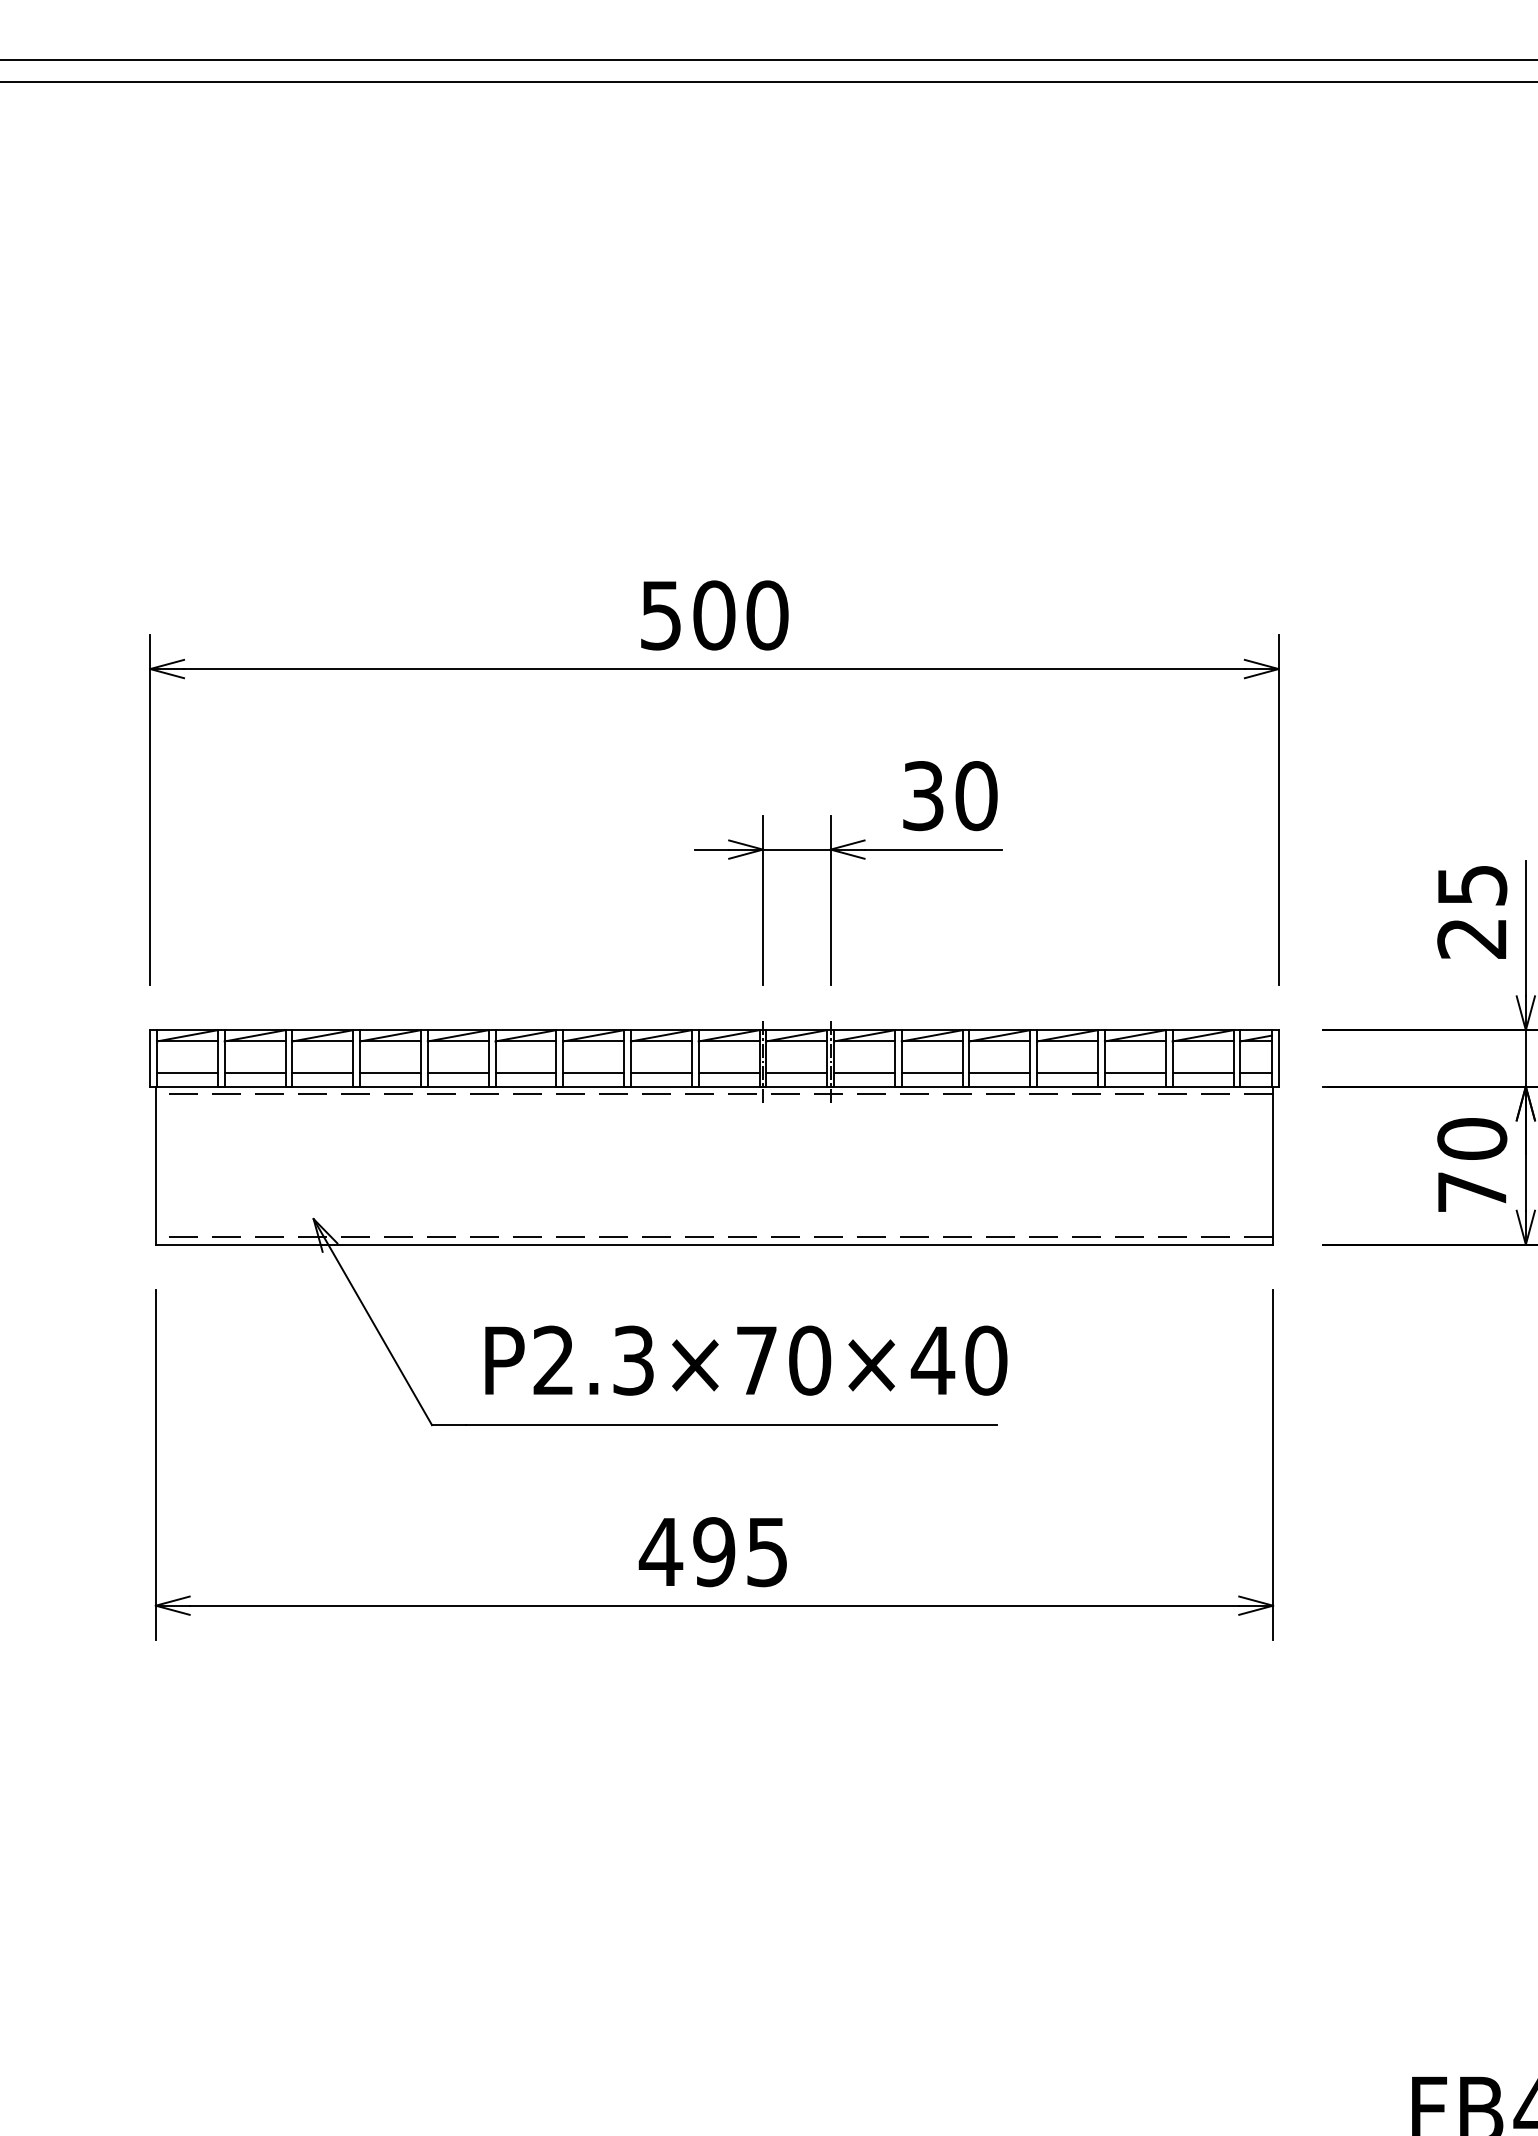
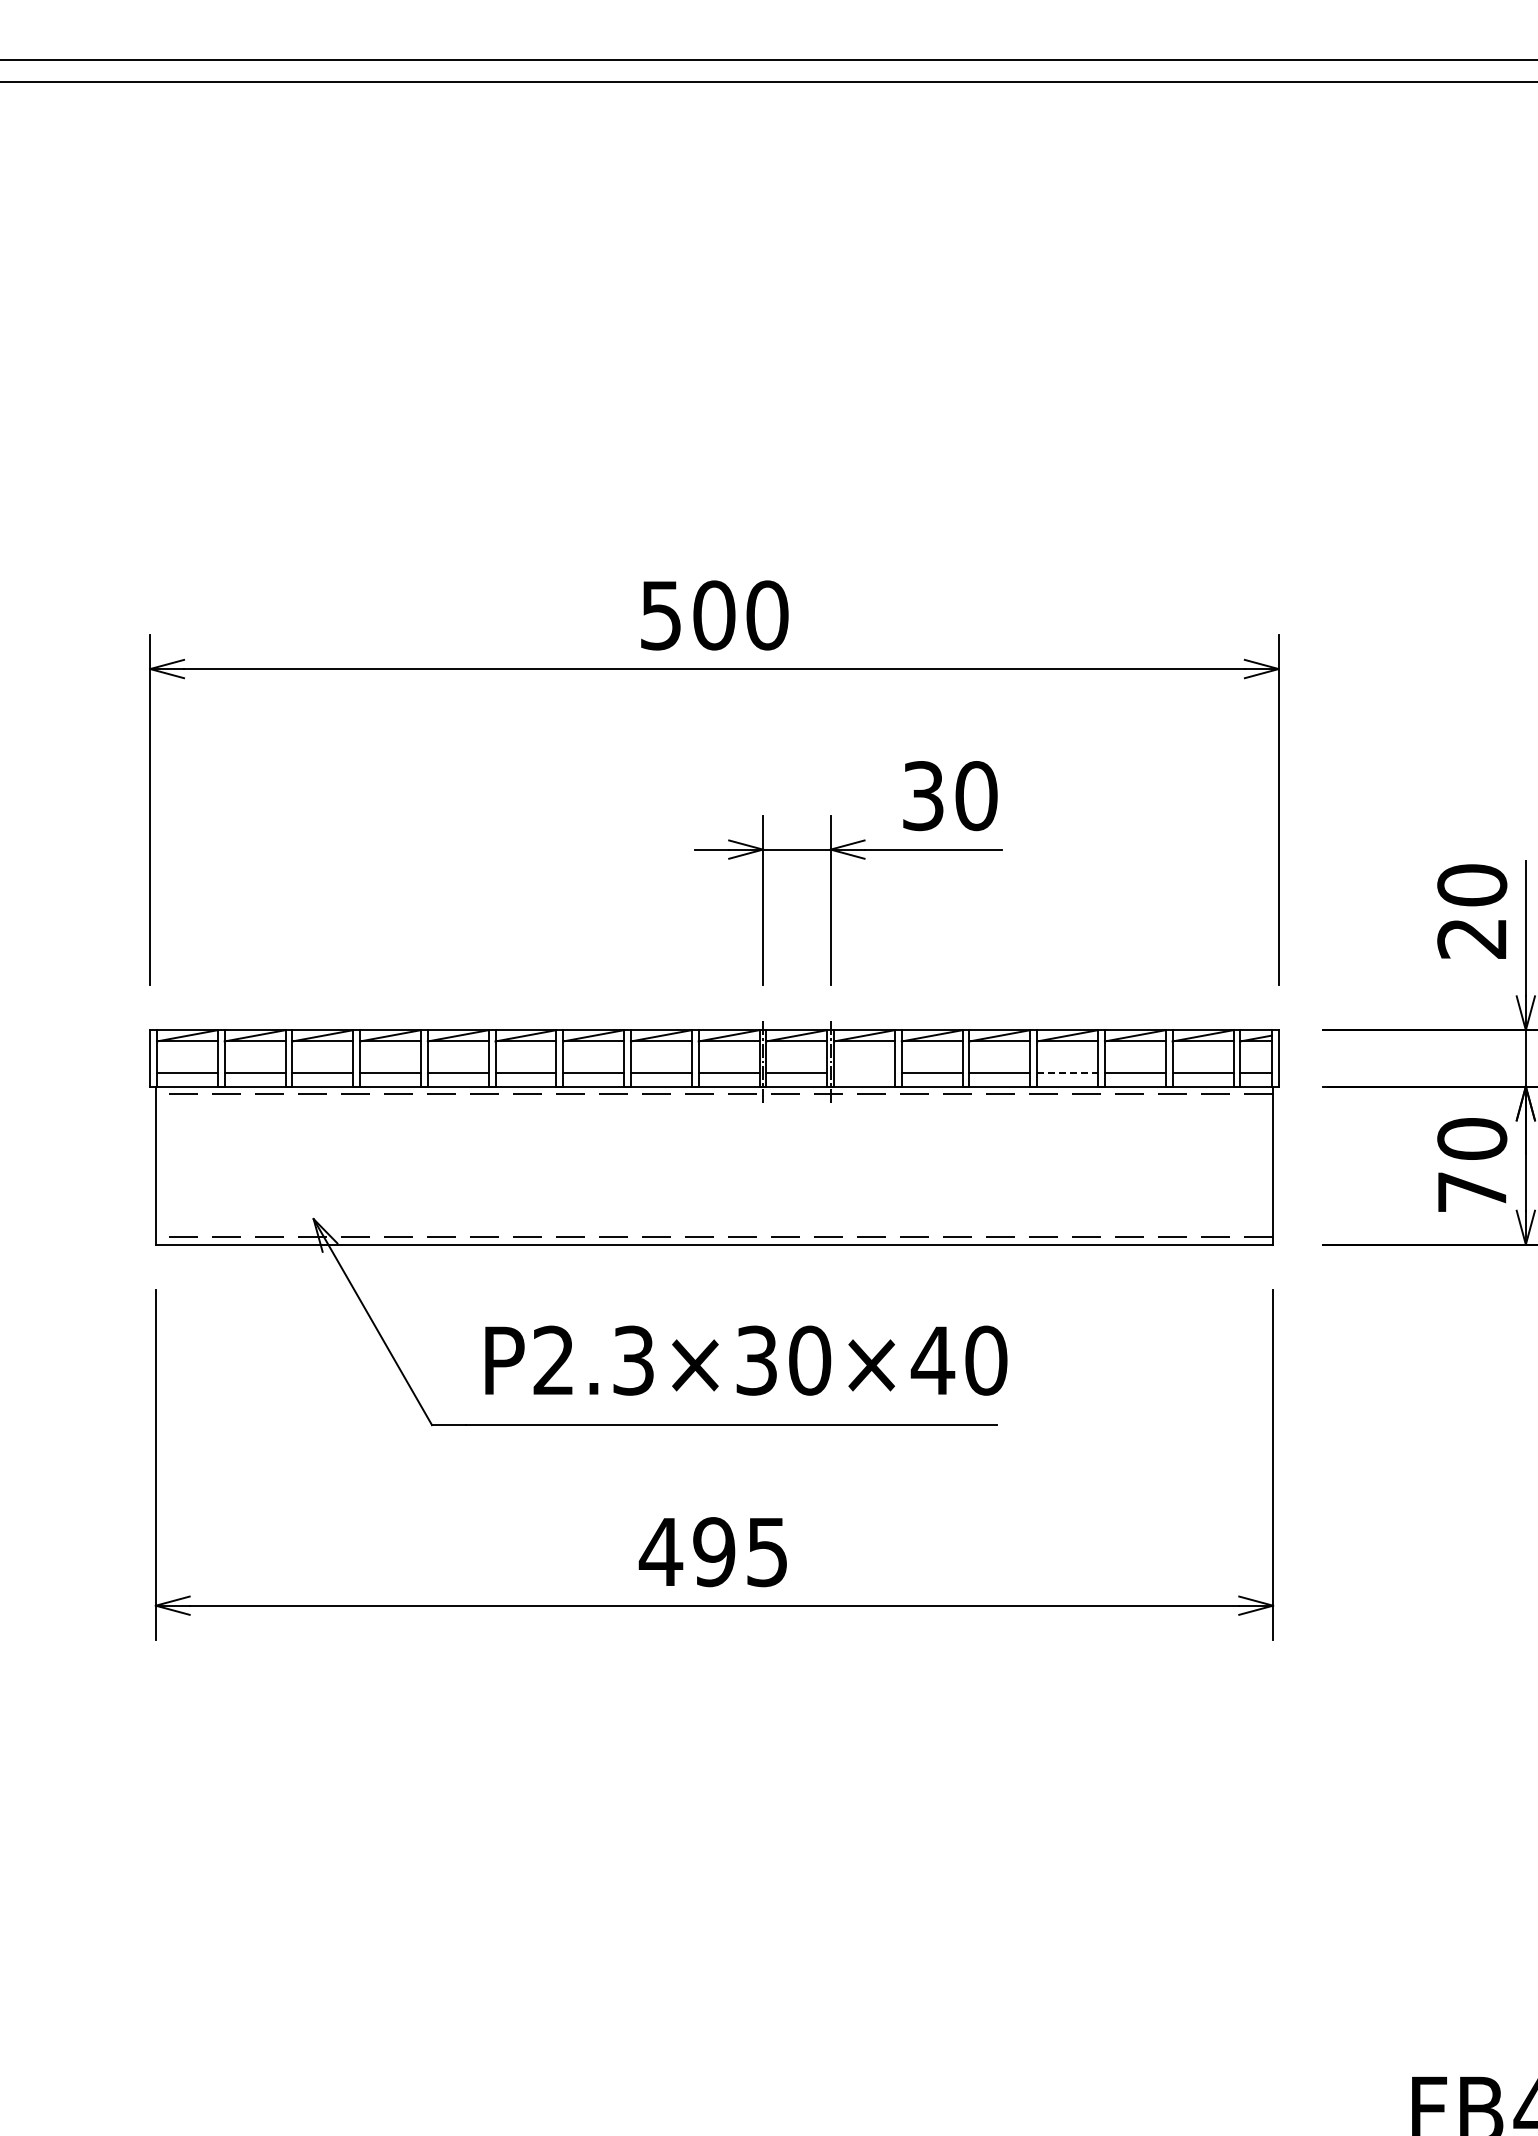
text at (1472, 885): 25 -> 20
line at (864, 1073): present -> none
line at (1068, 1073): solid -> dashed
text at (756, 1360): P2.3×70×40 -> P2.3×30×40
